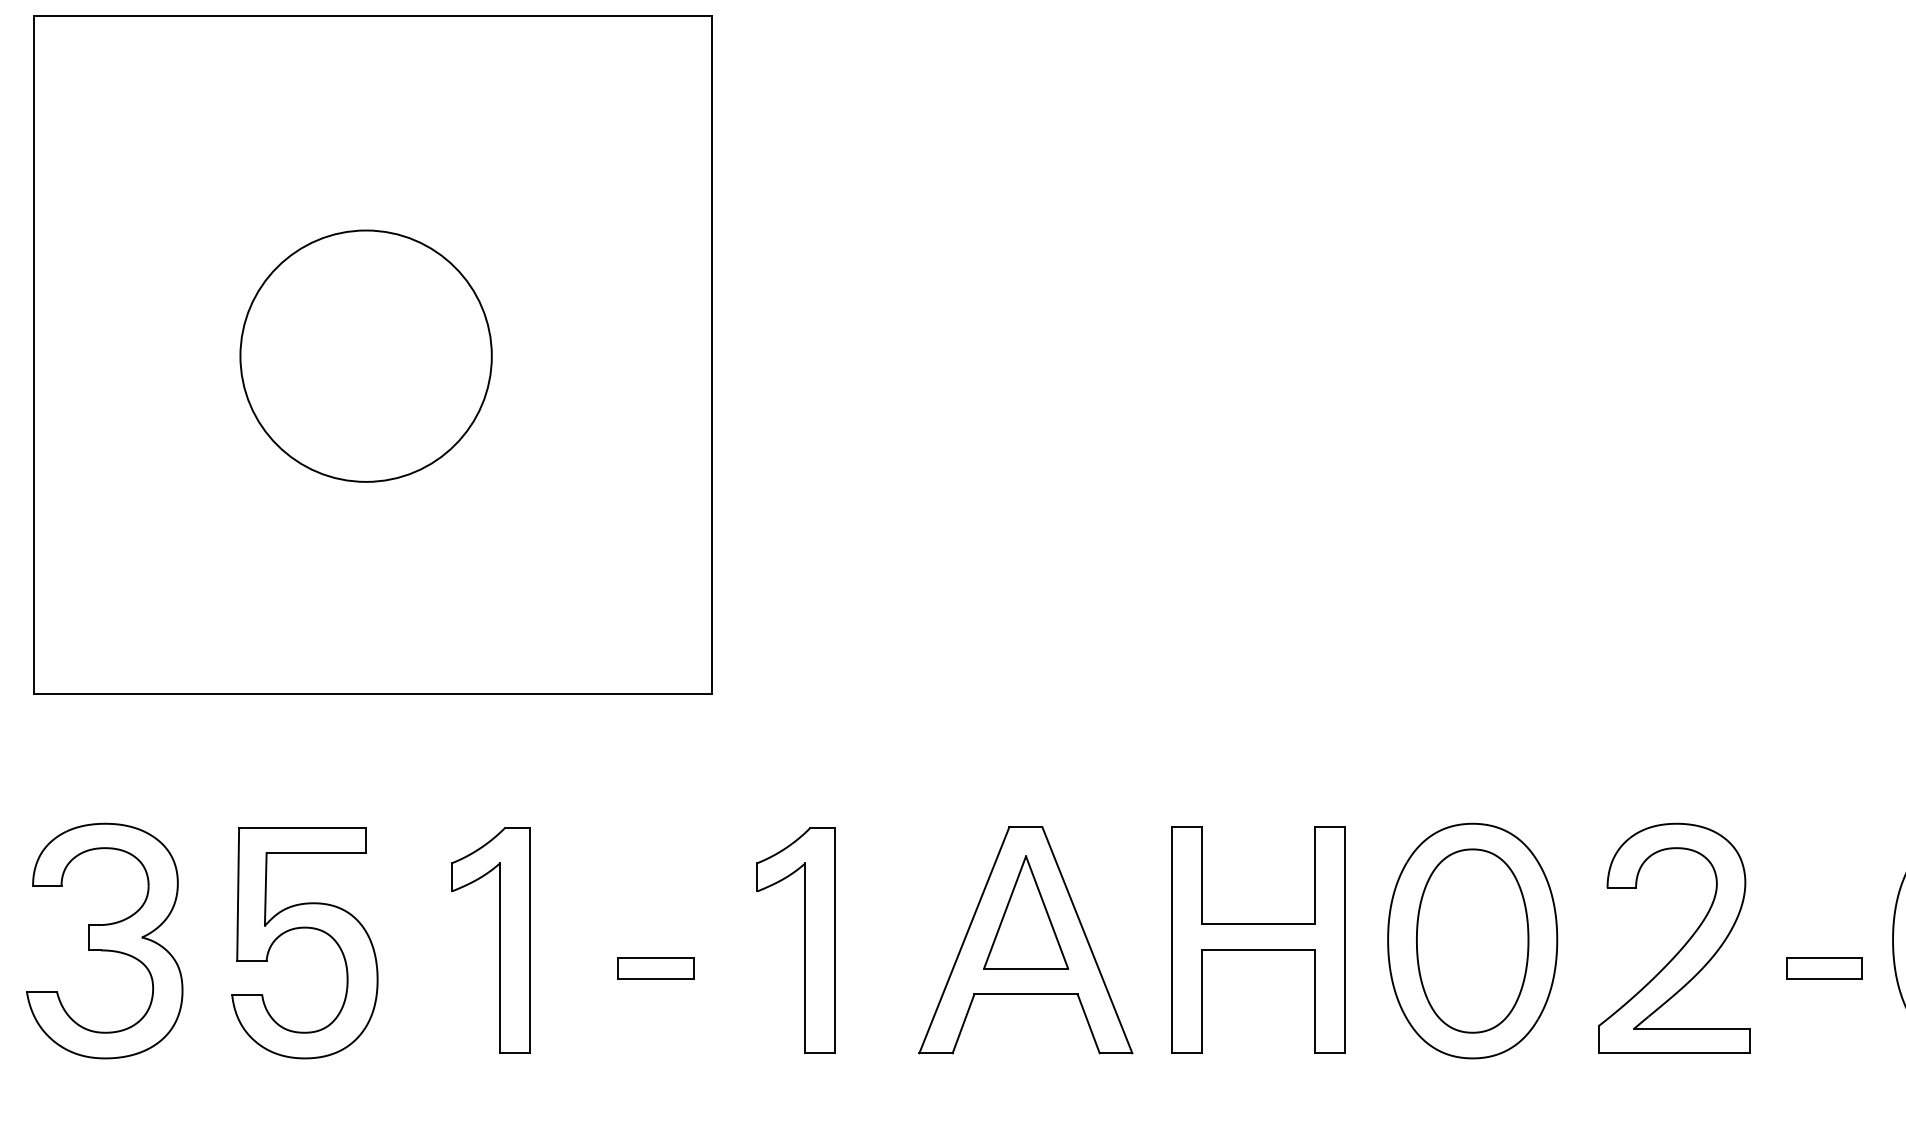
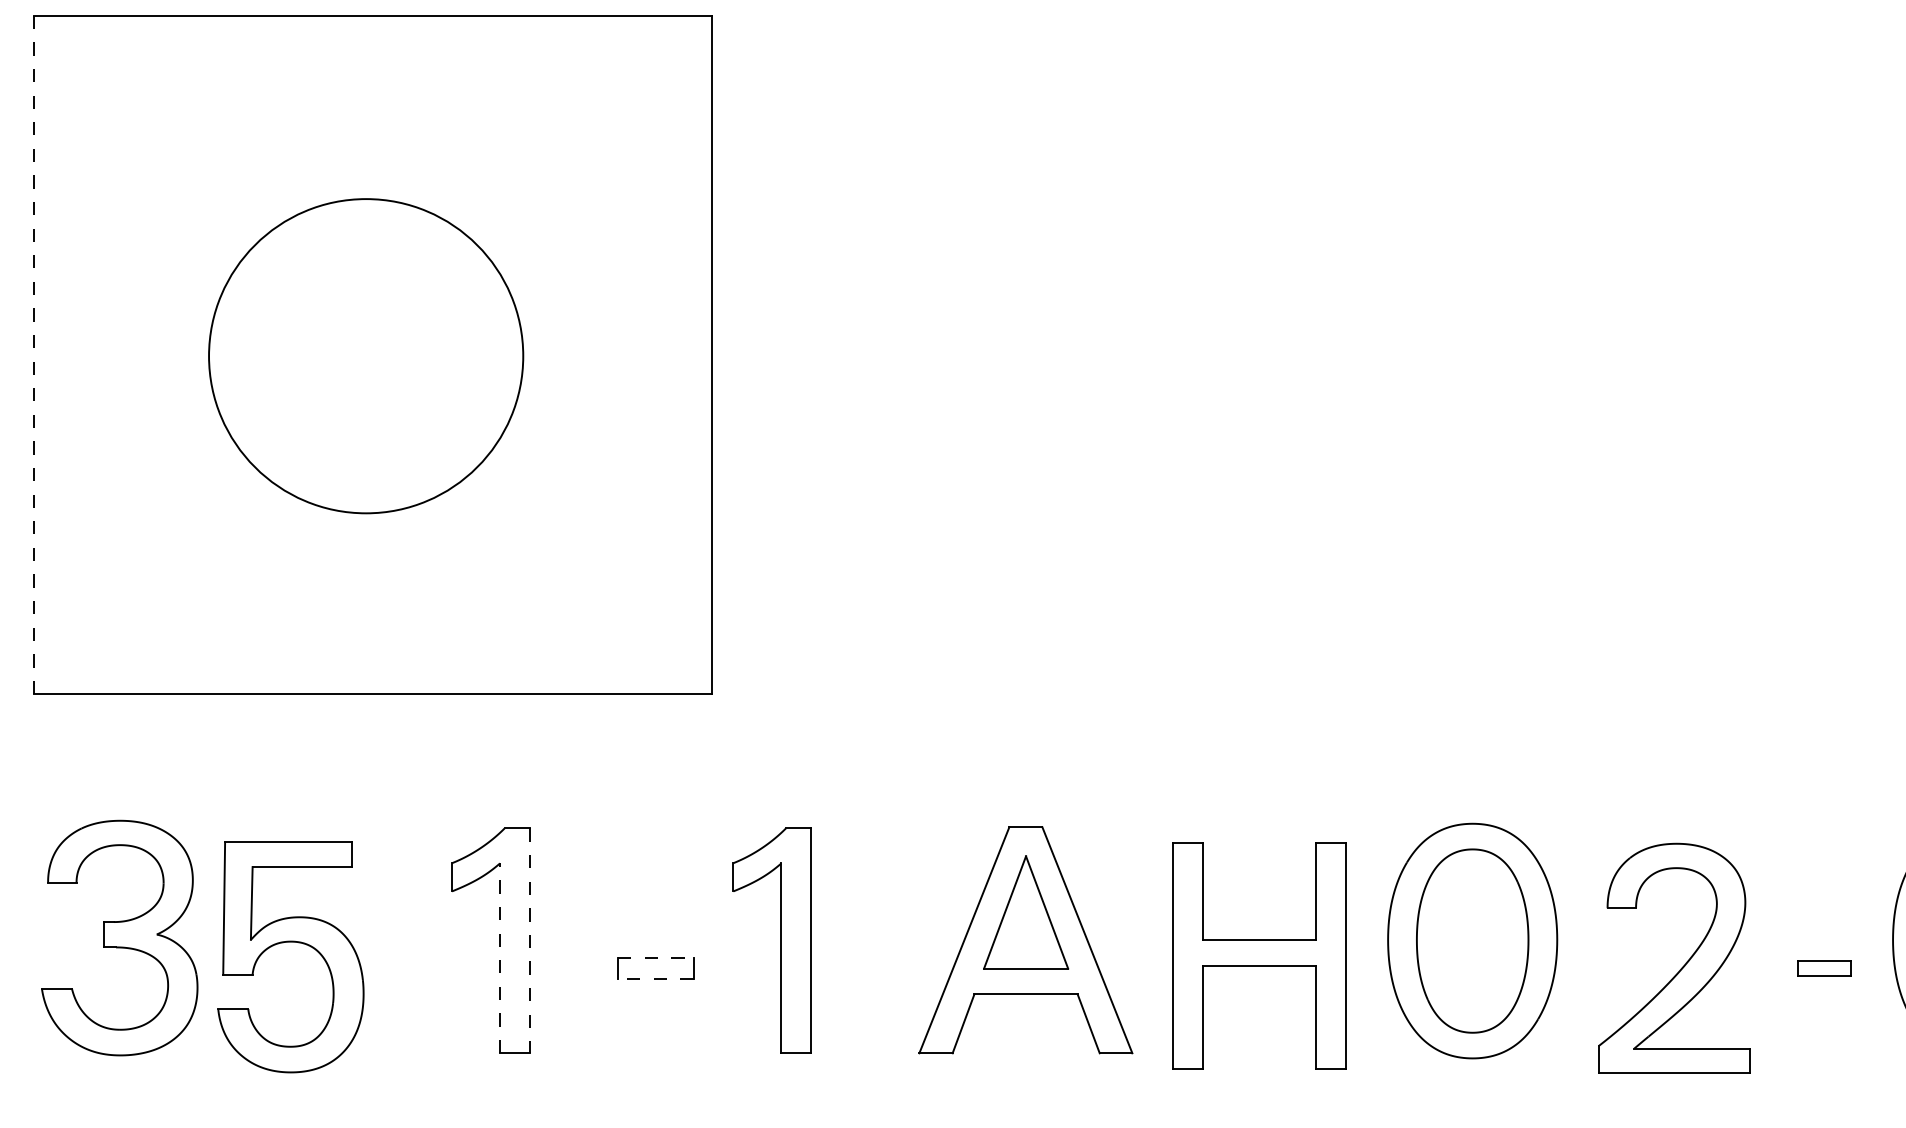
line at (33, 355): solid -> dashed
circle at (365, 355) diameter: 251 px -> 314 px
part at (304, 928) position: (304, 928) -> (290, 942)
part at (1258, 939) position: (1258, 939) -> (1259, 955)
part at (104, 940) position: (104, 940) -> (119, 937)
part at (804, 940) position: (804, 940) -> (780, 940)
line at (529, 941): solid -> dashed
part at (1683, 945) position: (1683, 945) -> (1683, 965)
line at (655, 957): solid -> dashed
line at (500, 958): solid -> dashed
part at (1824, 968) size: 77x23 px -> 55x17 px
line at (655, 978): solid -> dashed
